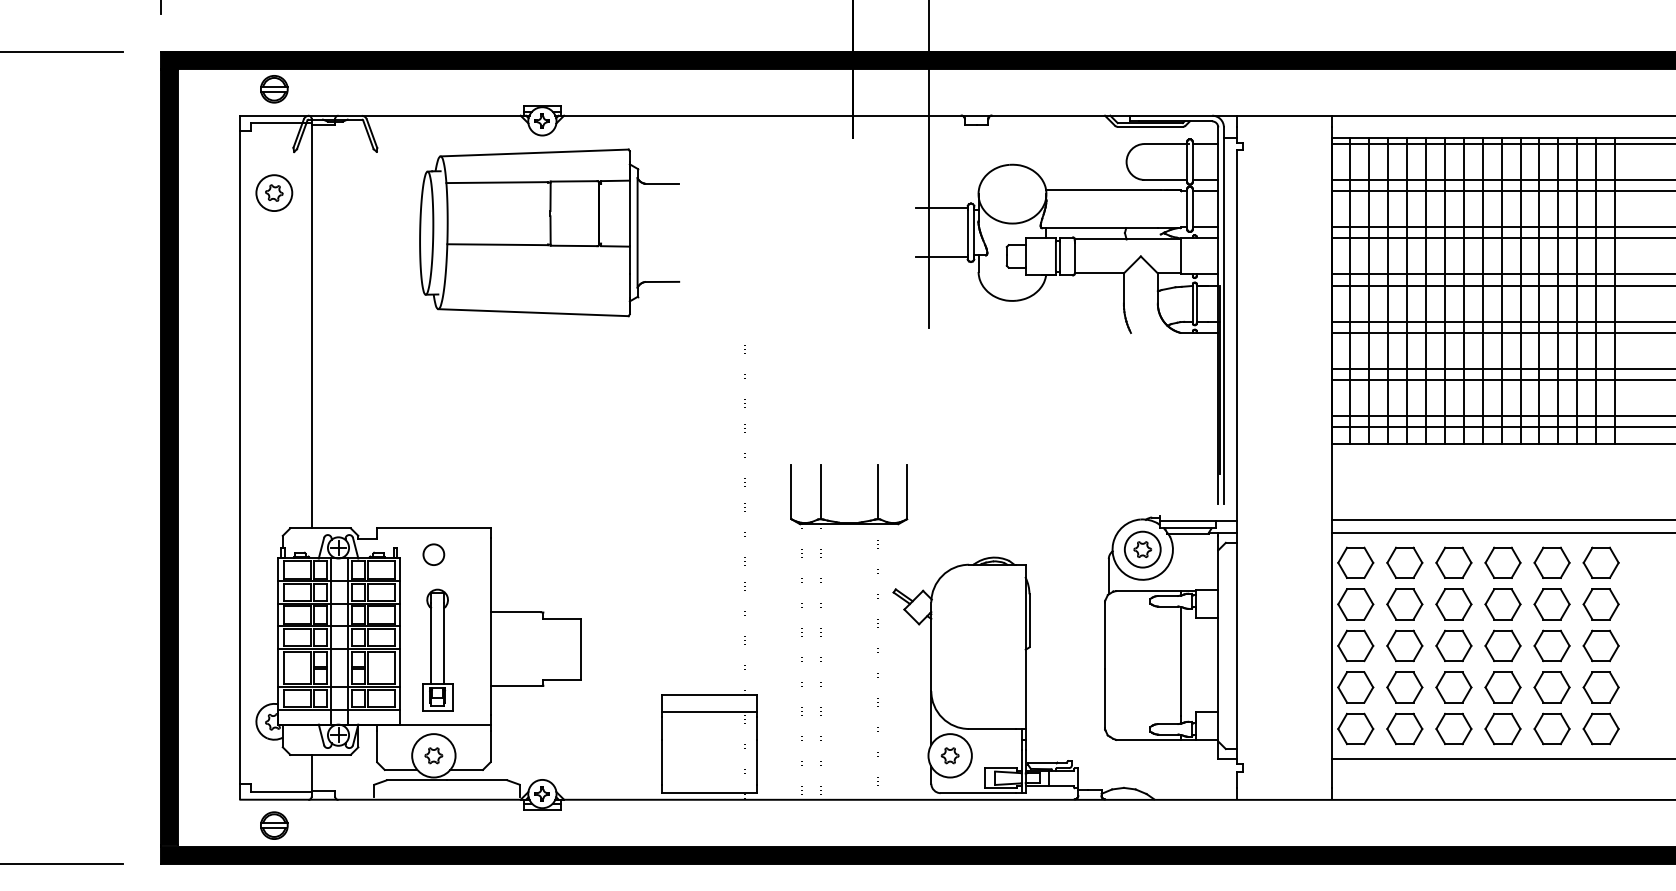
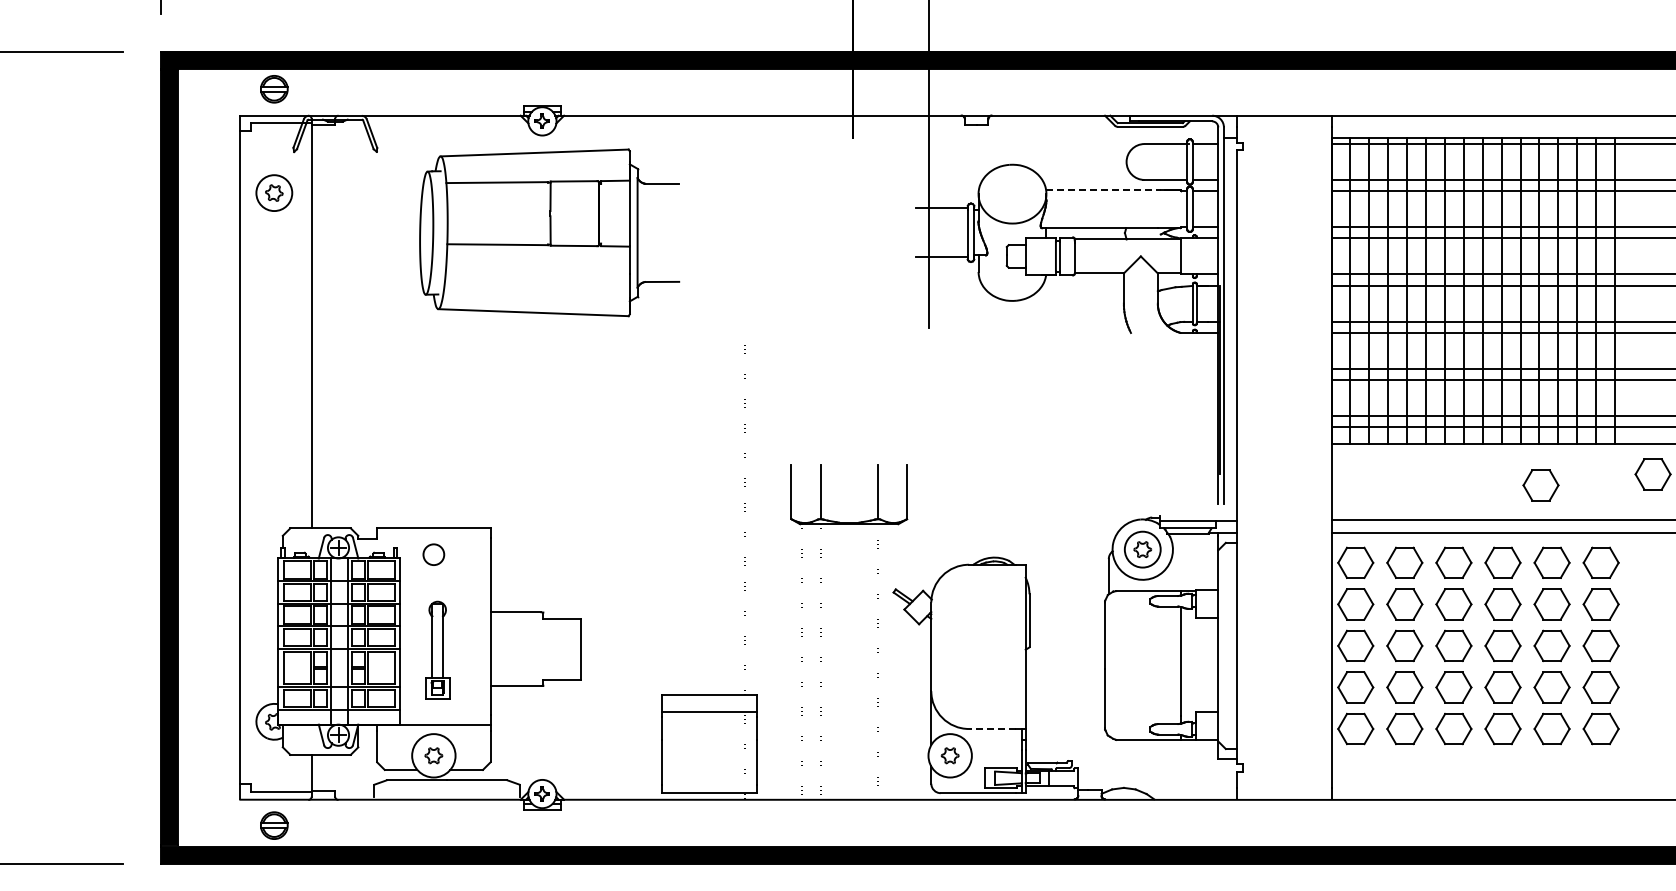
line at (1103, 190): solid -> dashed
part at (1652, 474): none -> present
part at (1540, 485): none -> present
part at (437, 649) size: 32x124 px -> 26x100 px
line at (991, 729): solid -> dashed
line at (1501, 759): present -> none
